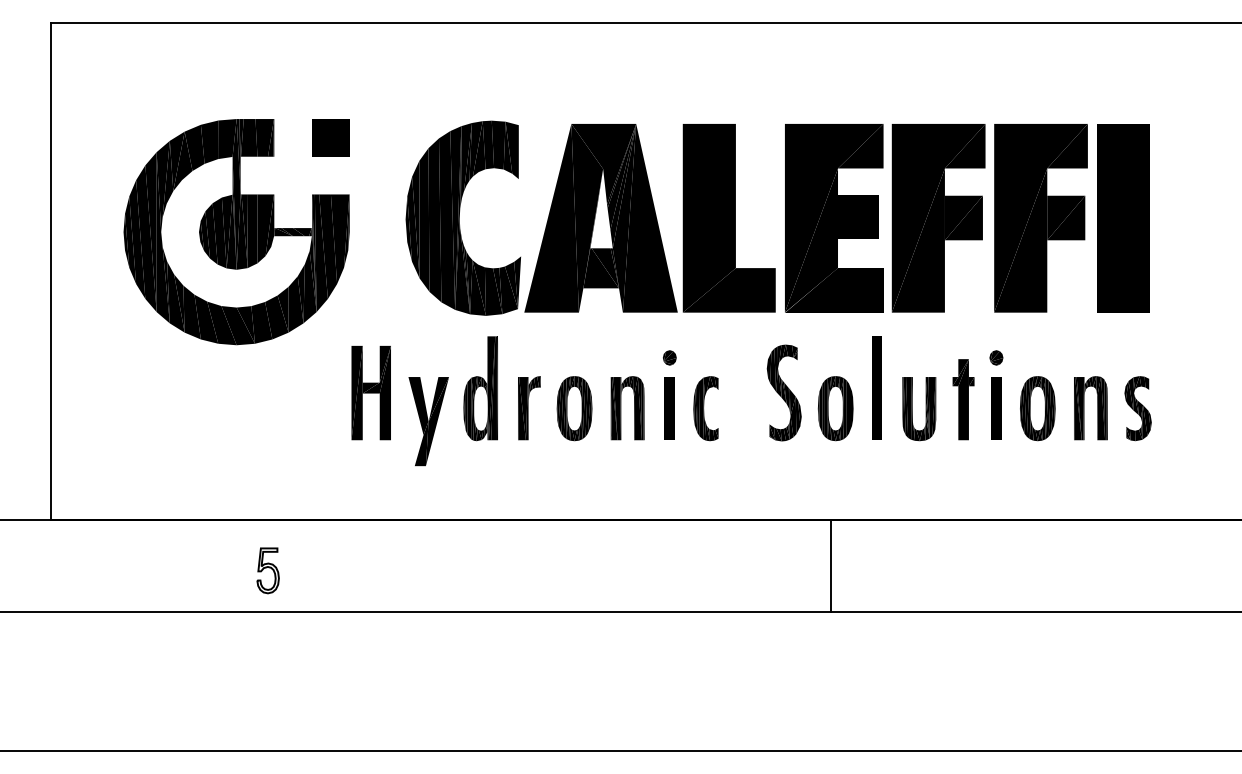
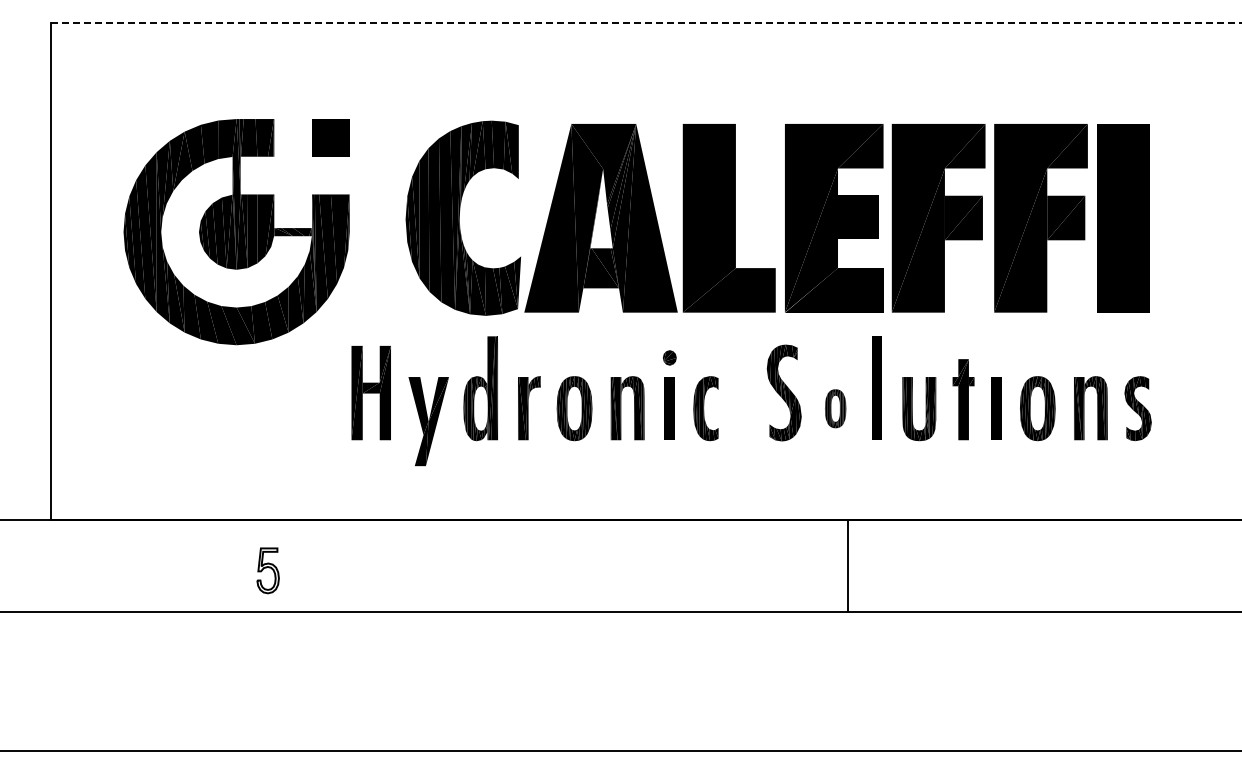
line at (646, 23): solid -> dashed
part at (996, 357): present -> none
part at (835, 408) size: 37x66 px -> 22x40 px
line at (830, 565) position: (830, 565) -> (847, 565)
